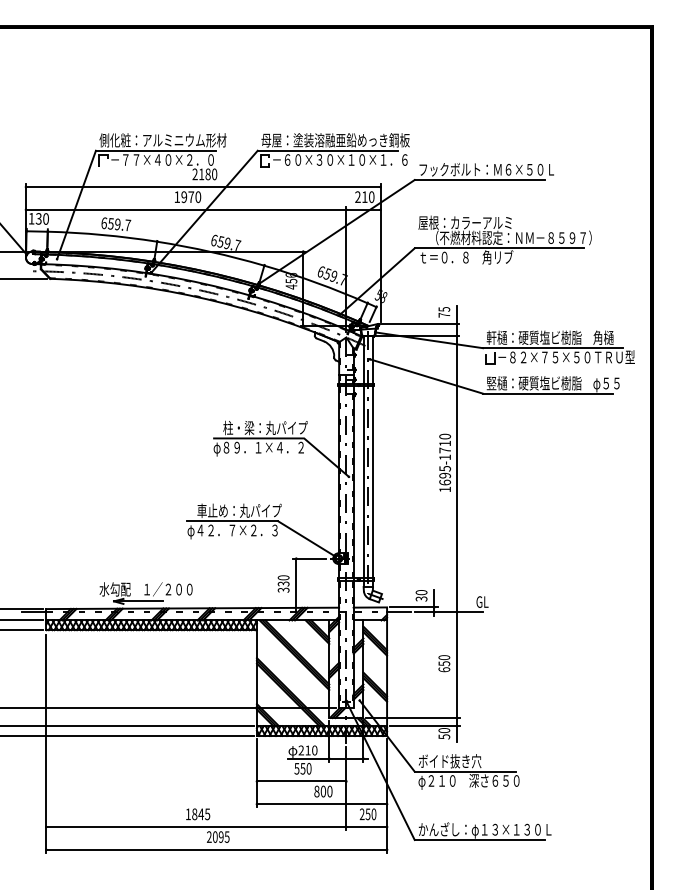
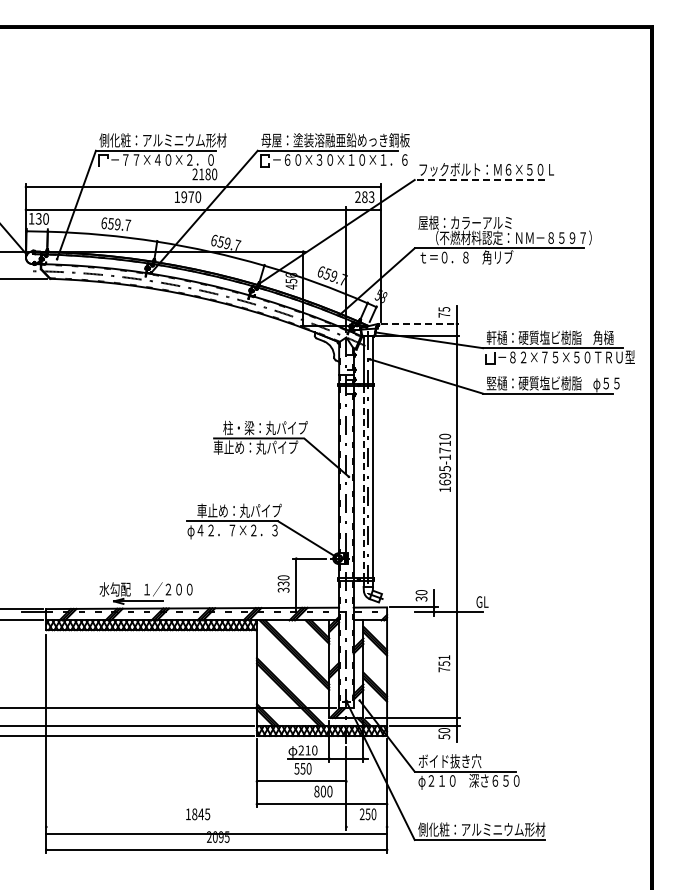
line at (479, 180): solid -> dashed
text at (368, 197): 210 -> 283
line at (420, 323): solid -> dashed
text at (258, 448): φ８９．１×４．２ -> 車止め：丸パイプ
line at (363, 482): solid -> dashed
line at (399, 612): present -> none
line at (22, 630): present -> none
text at (444, 663): 650 -> 751
line at (216, 827) position: (216, 827) -> (216, 834)
text at (484, 830): かんざし：φ１３×１３０Ｌ -> 側化粧：アルミニウム形材
